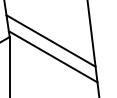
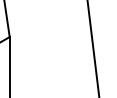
line at (50, 40): present -> none
line at (52, 56): present -> none
